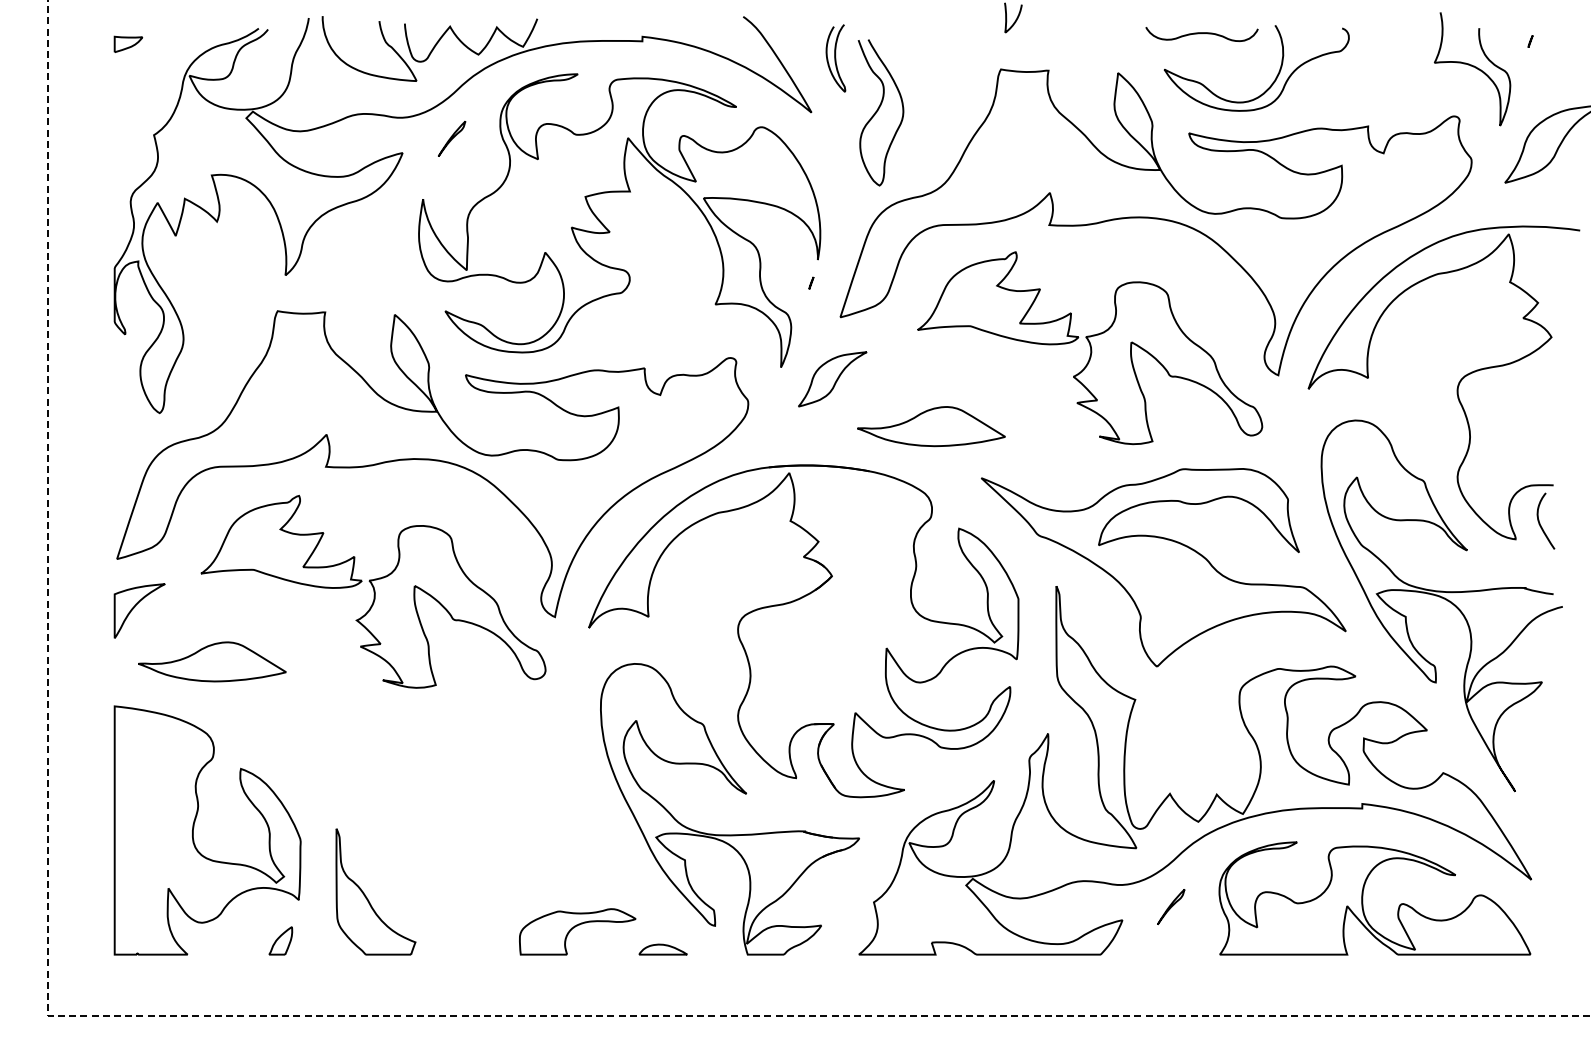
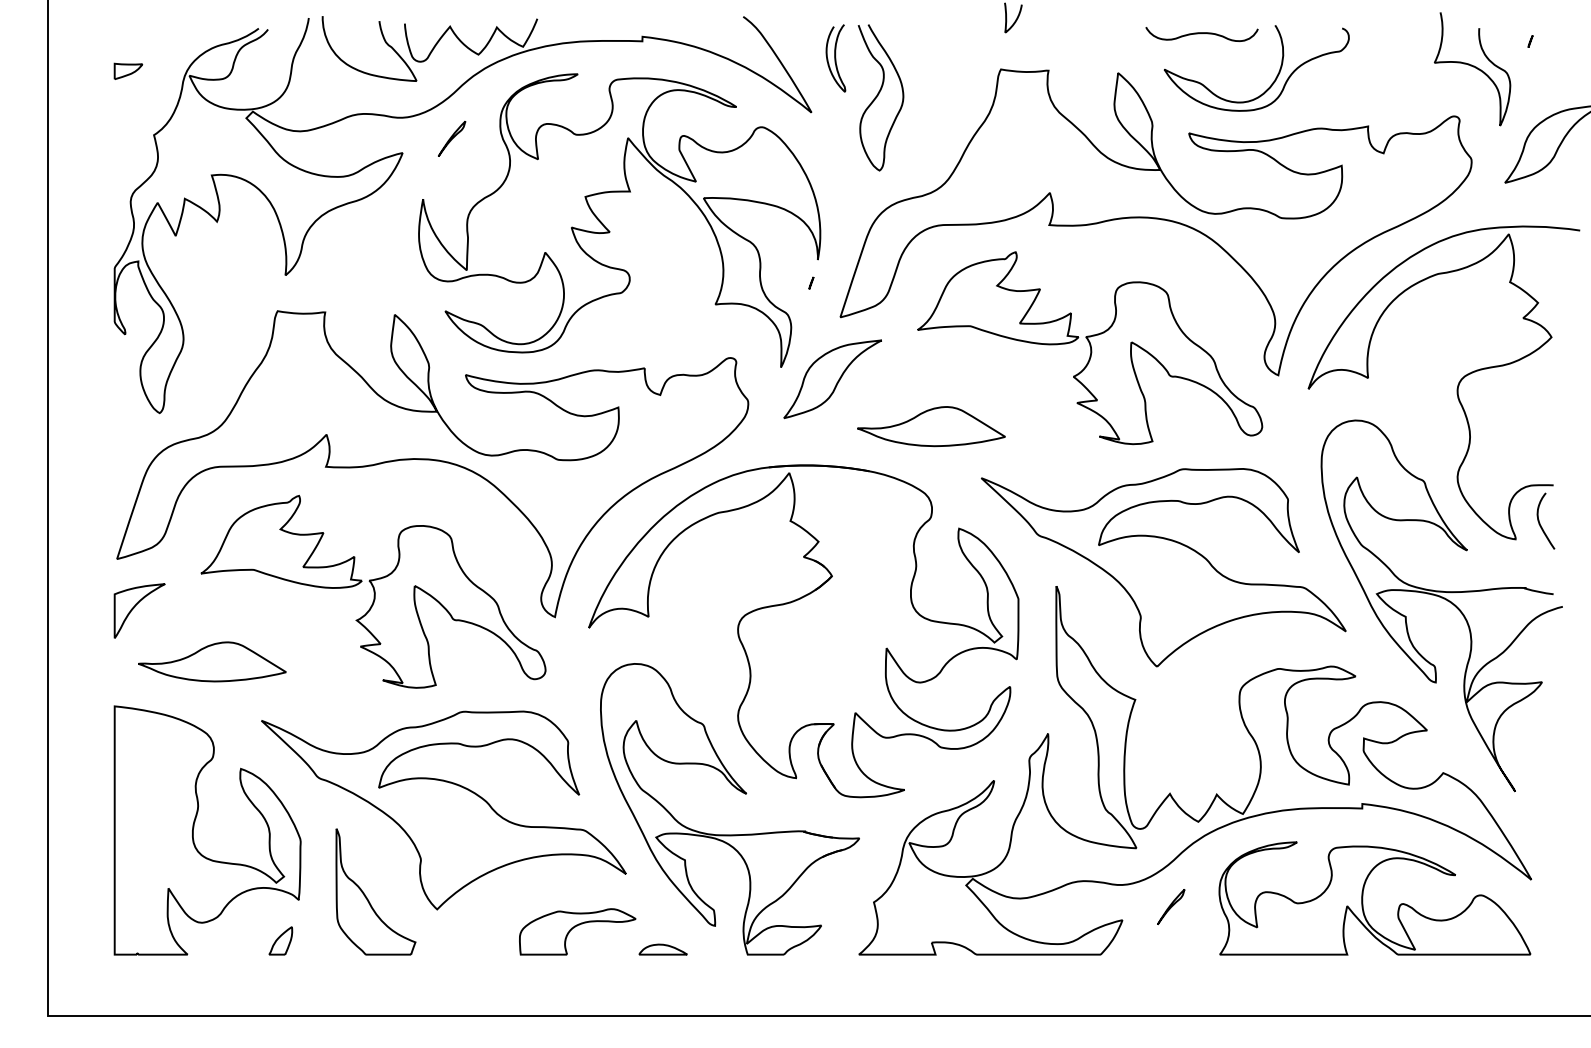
part at (128, 43) position: (128, 43) -> (128, 70)
curve at (878, 110) position: (878, 110) -> (878, 95)
part at (832, 379) size: 70x57 px -> 99x81 px
part at (443, 810): none -> present
line at (310, 1016): dashed -> solid
